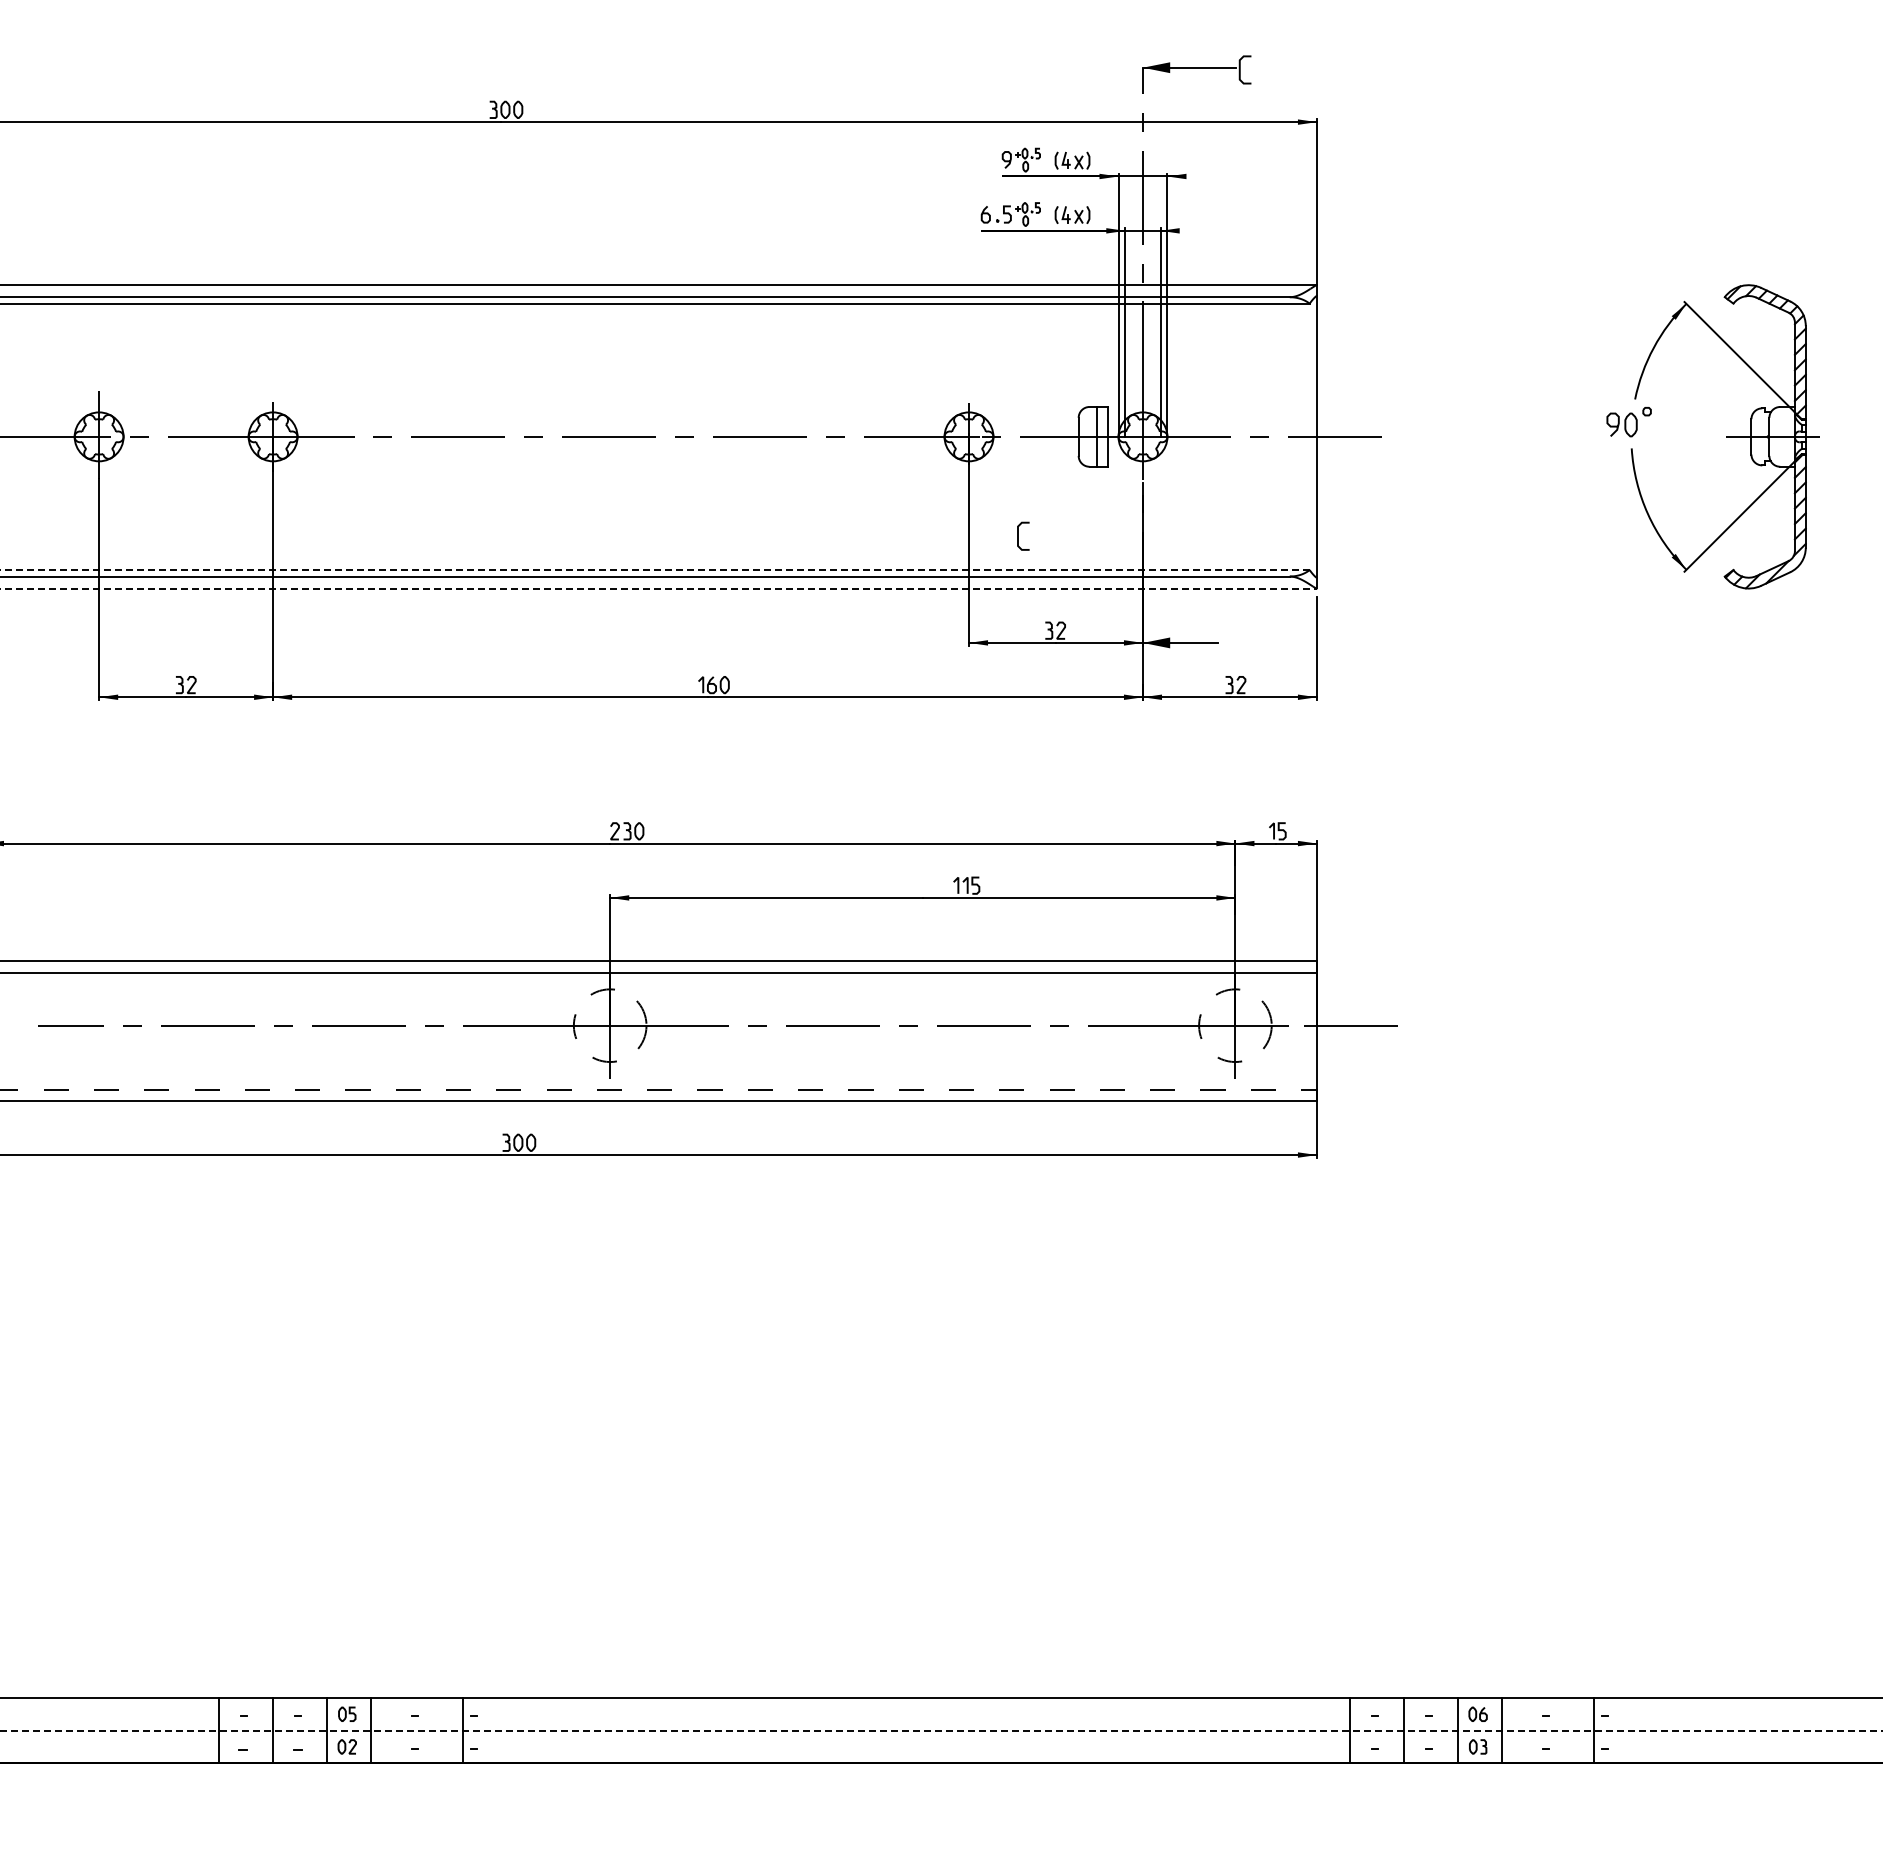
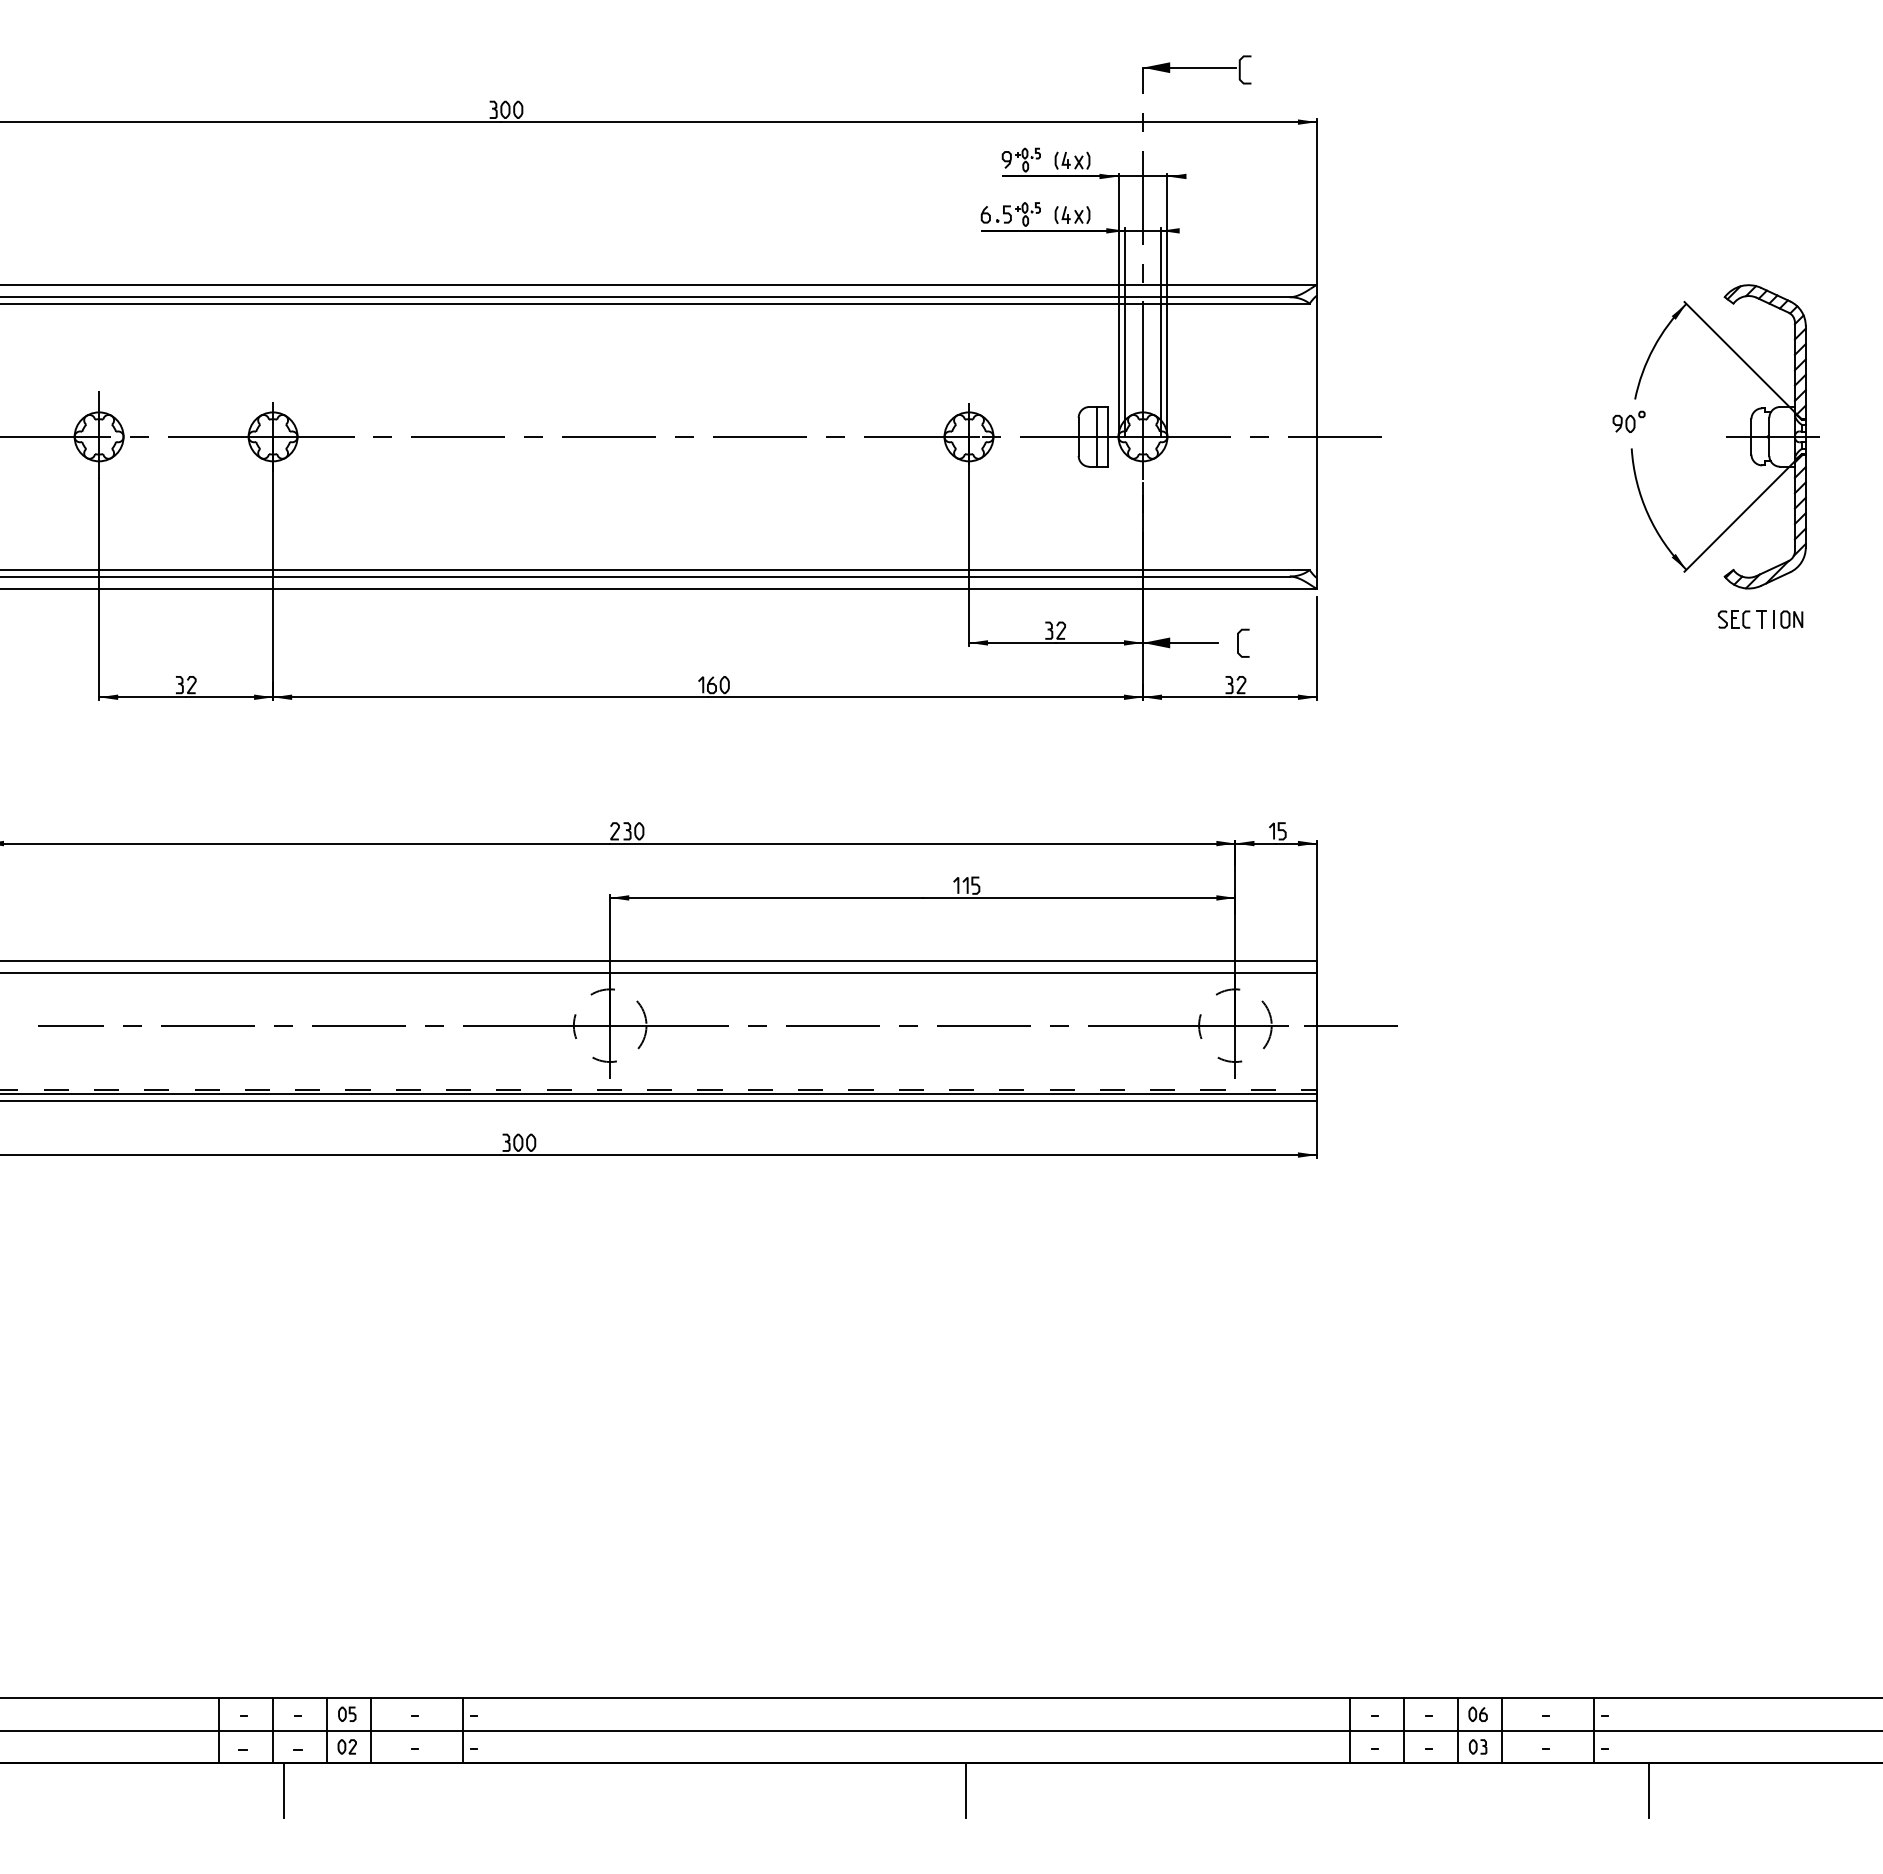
part at (1628, 422) size: 46x31 px -> 34x23 px
curve at (1018, 535) position: (1018, 535) -> (1238, 642)
line at (654, 570): dashed -> solid
line at (658, 588): dashed -> solid
part at (1760, 619): none -> present
line at (659, 1093): none -> present
line at (941, 1730): dashed -> solid
line at (283, 1790): none -> present
line at (966, 1790): none -> present
line at (1648, 1790): none -> present
